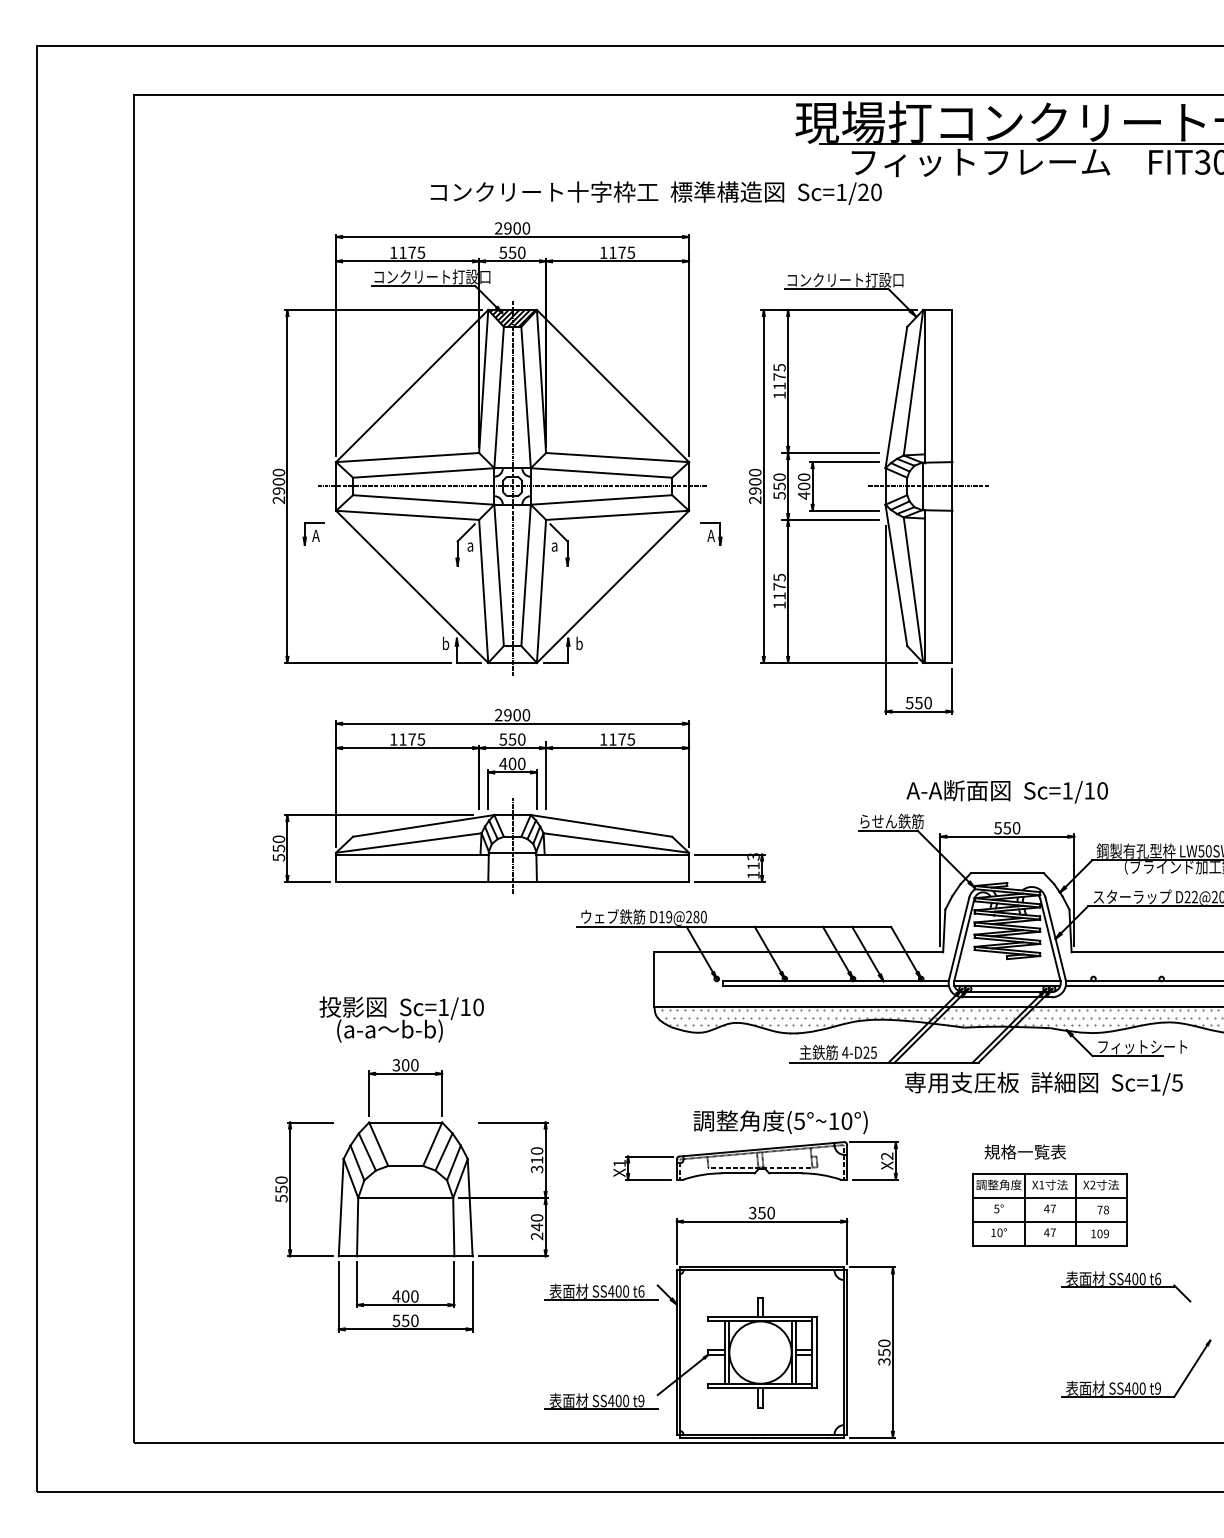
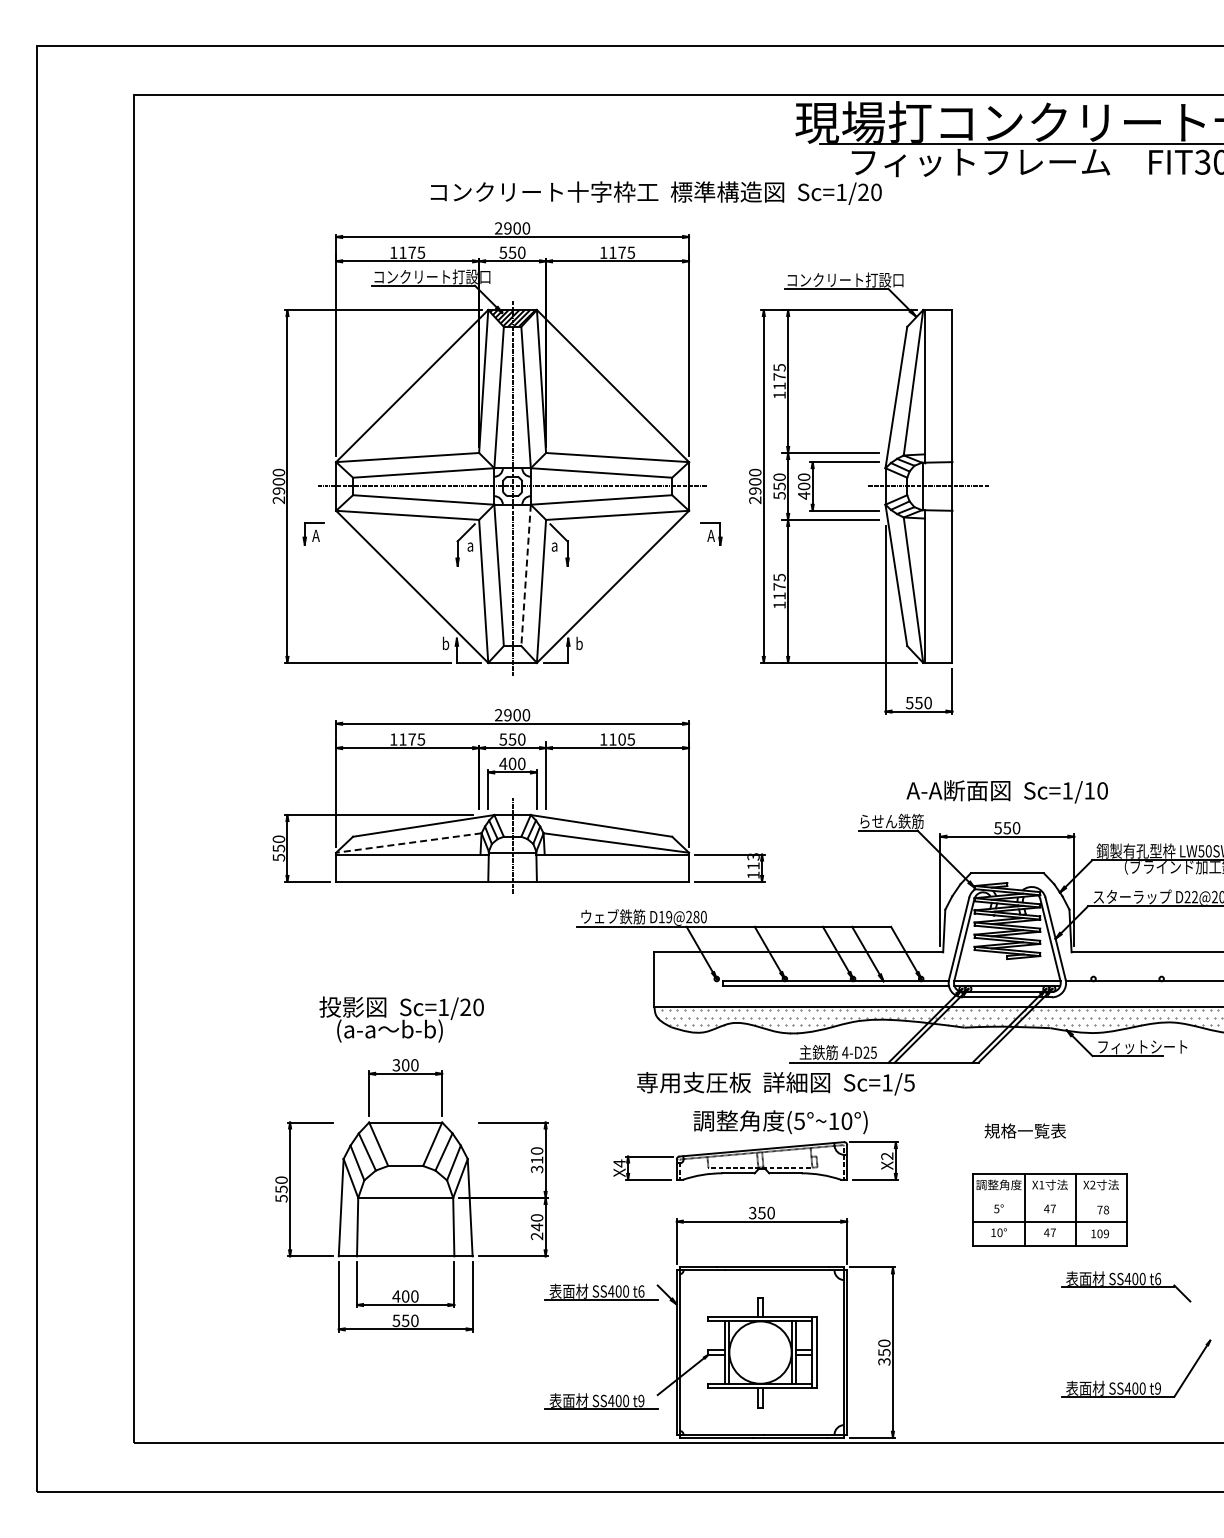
line at (526, 575): solid -> dashed
text at (621, 739): 1175 -> 1105
line at (408, 843): solid -> dashed
line at (1142, 985): present -> none
text at (465, 1006): Sc=1/10 -> Sc=1/20
text at (1043, 1083) position: (1043, 1083) -> (775, 1083)
text at (1024, 1151) position: (1024, 1151) -> (1024, 1130)
text at (619, 1163): X1 -> X4
line at (1049, 1198): present -> none
